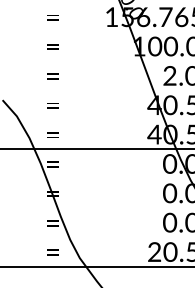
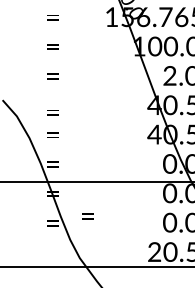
text at (52, 105) position: (52, 105) -> (52, 112)
line at (96, 149) position: (96, 149) -> (96, 182)
text at (52, 252) position: (52, 252) -> (87, 216)
